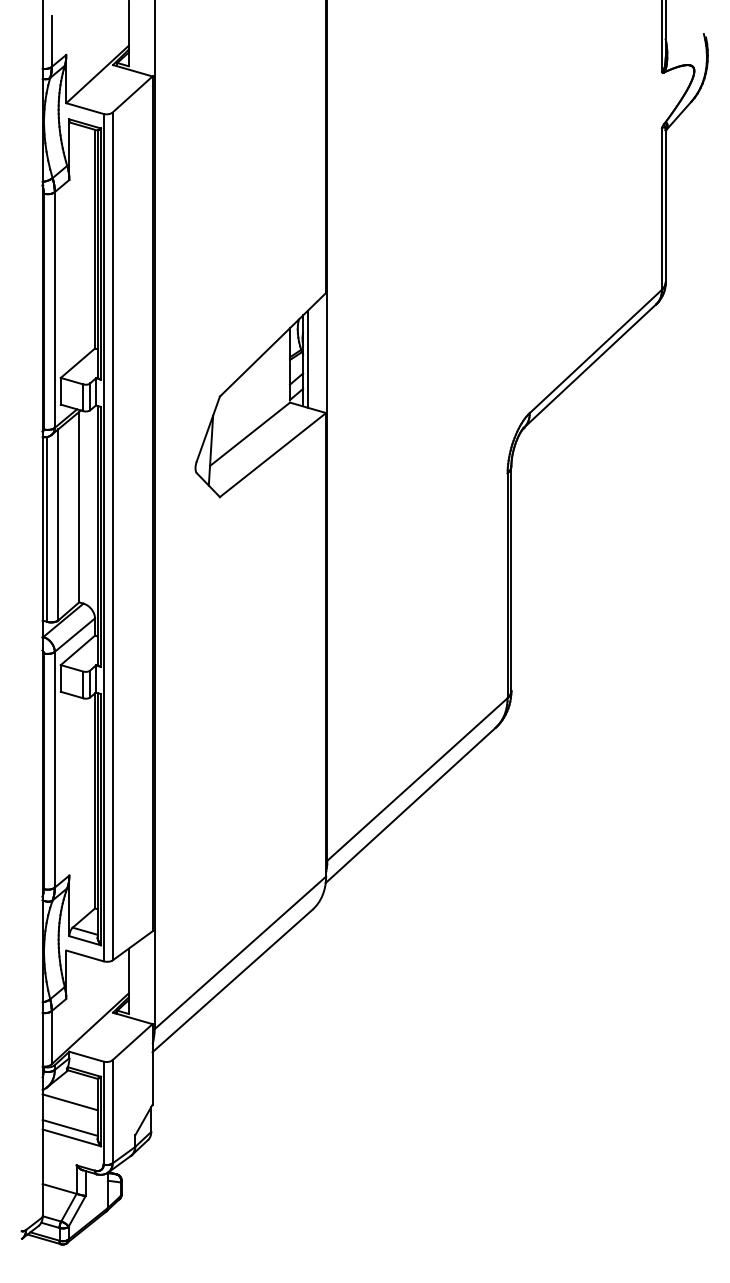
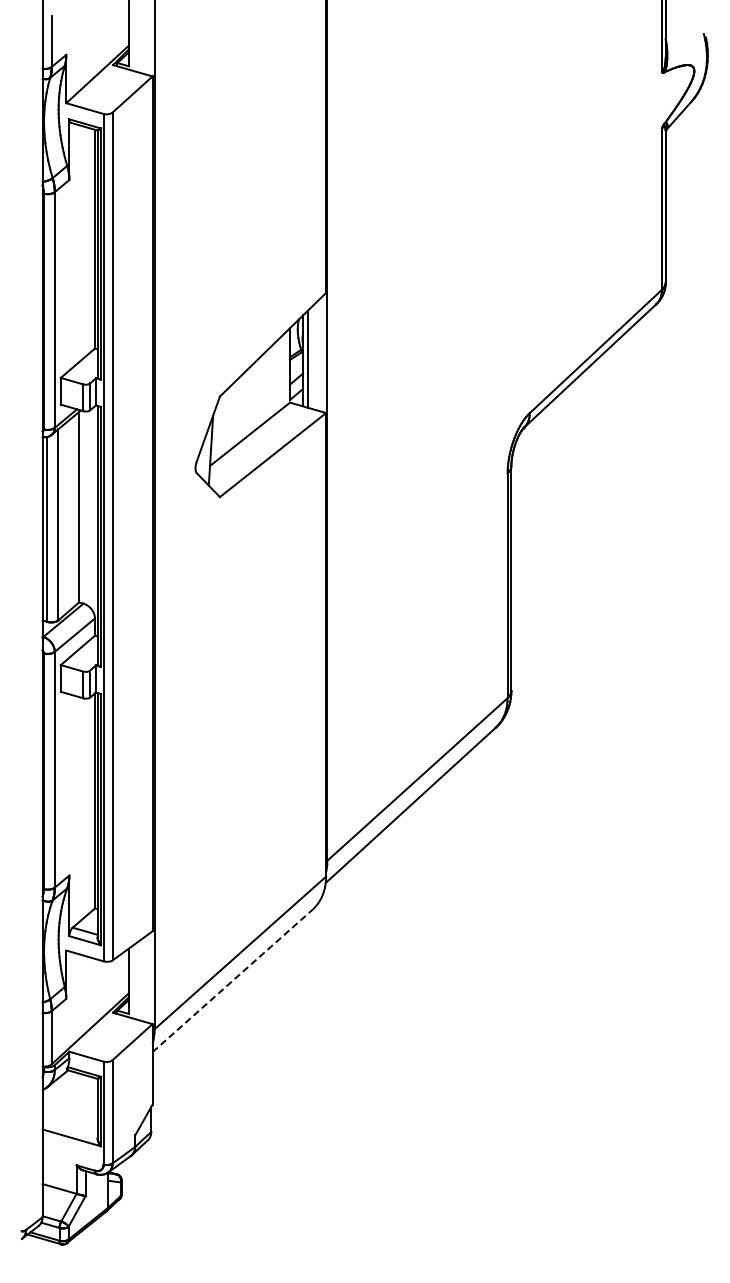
line at (232, 980): solid -> dashed
line at (69, 1102): present -> none
line at (69, 1127): present -> none
